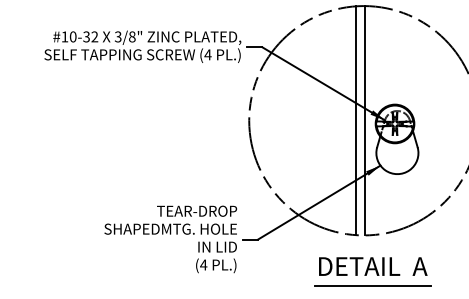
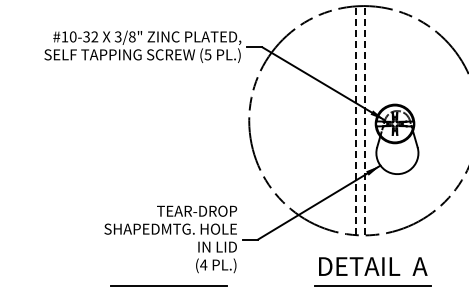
text at (207, 54): (4 -> (5
line at (356, 120): solid -> dashed
line at (365, 120): solid -> dashed
line at (168, 285): none -> present
